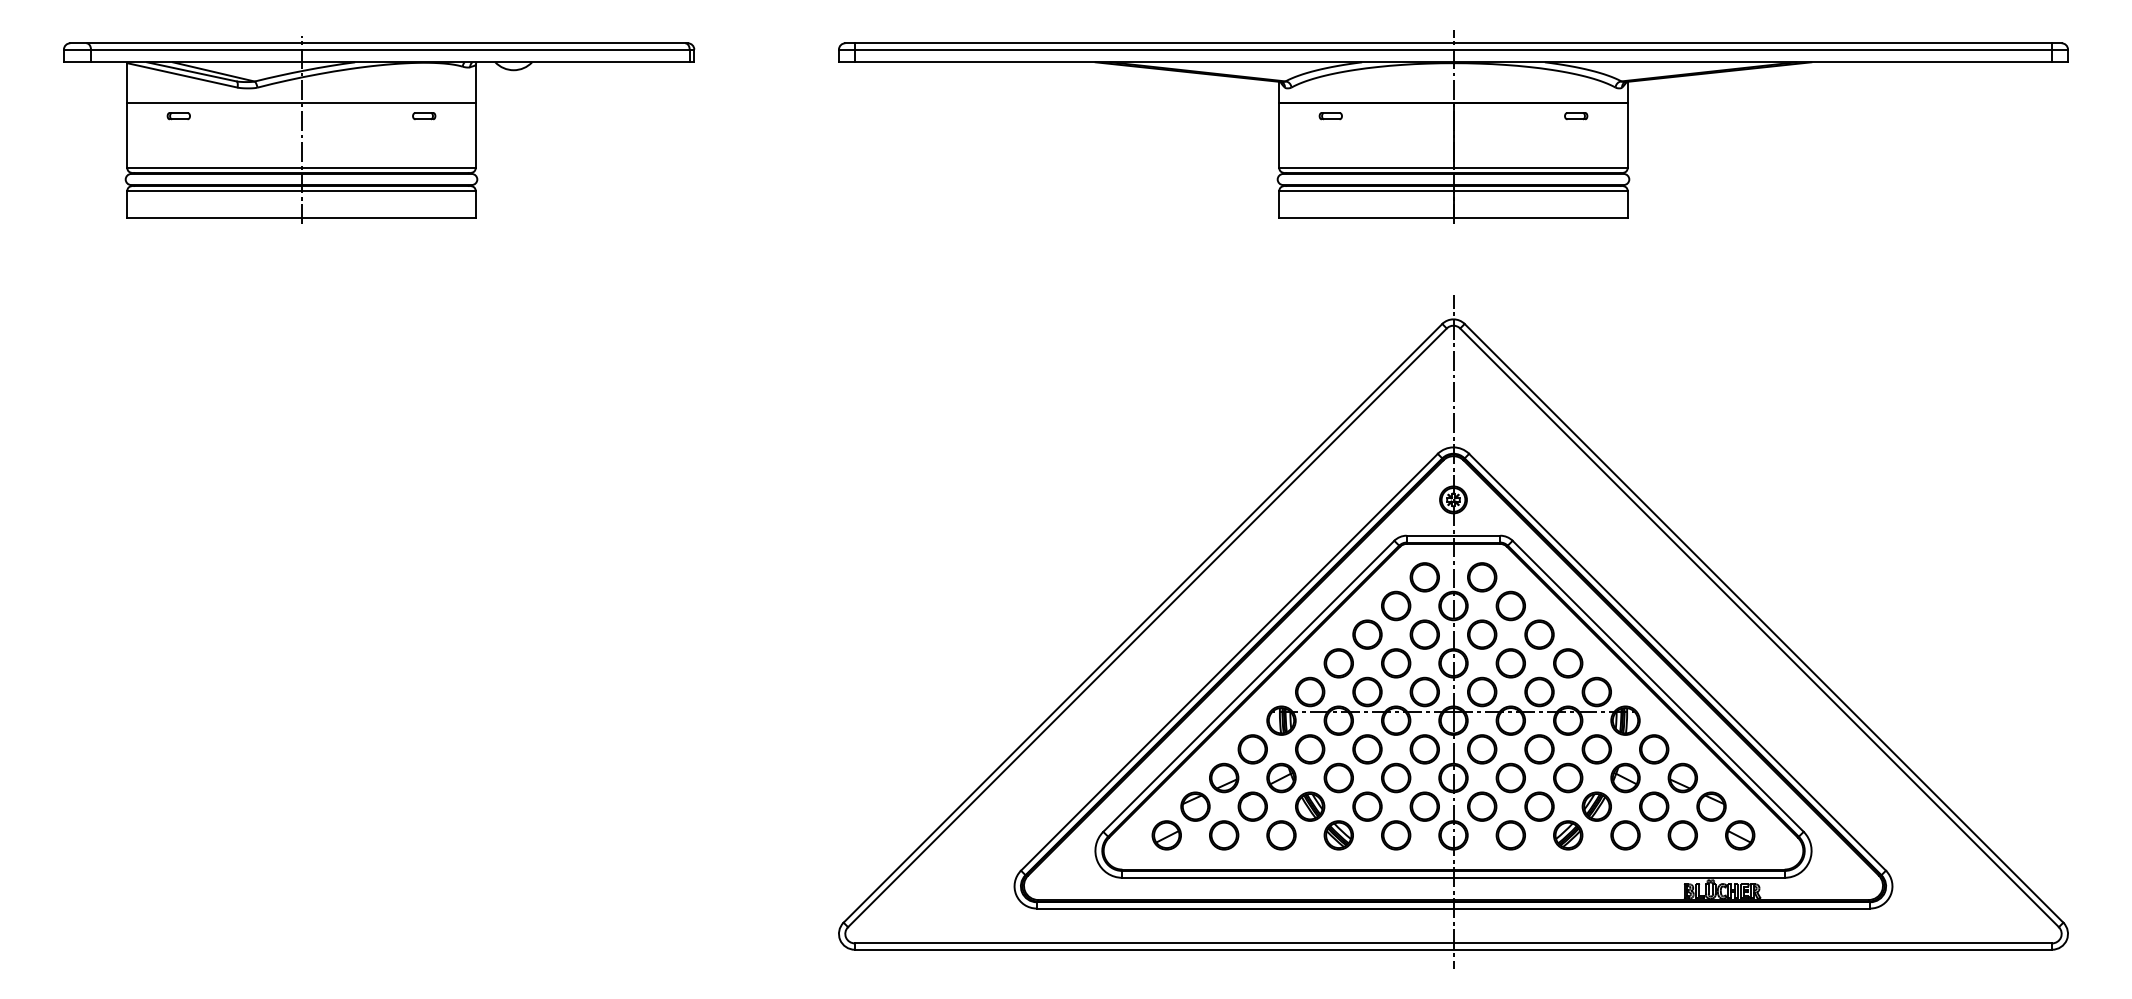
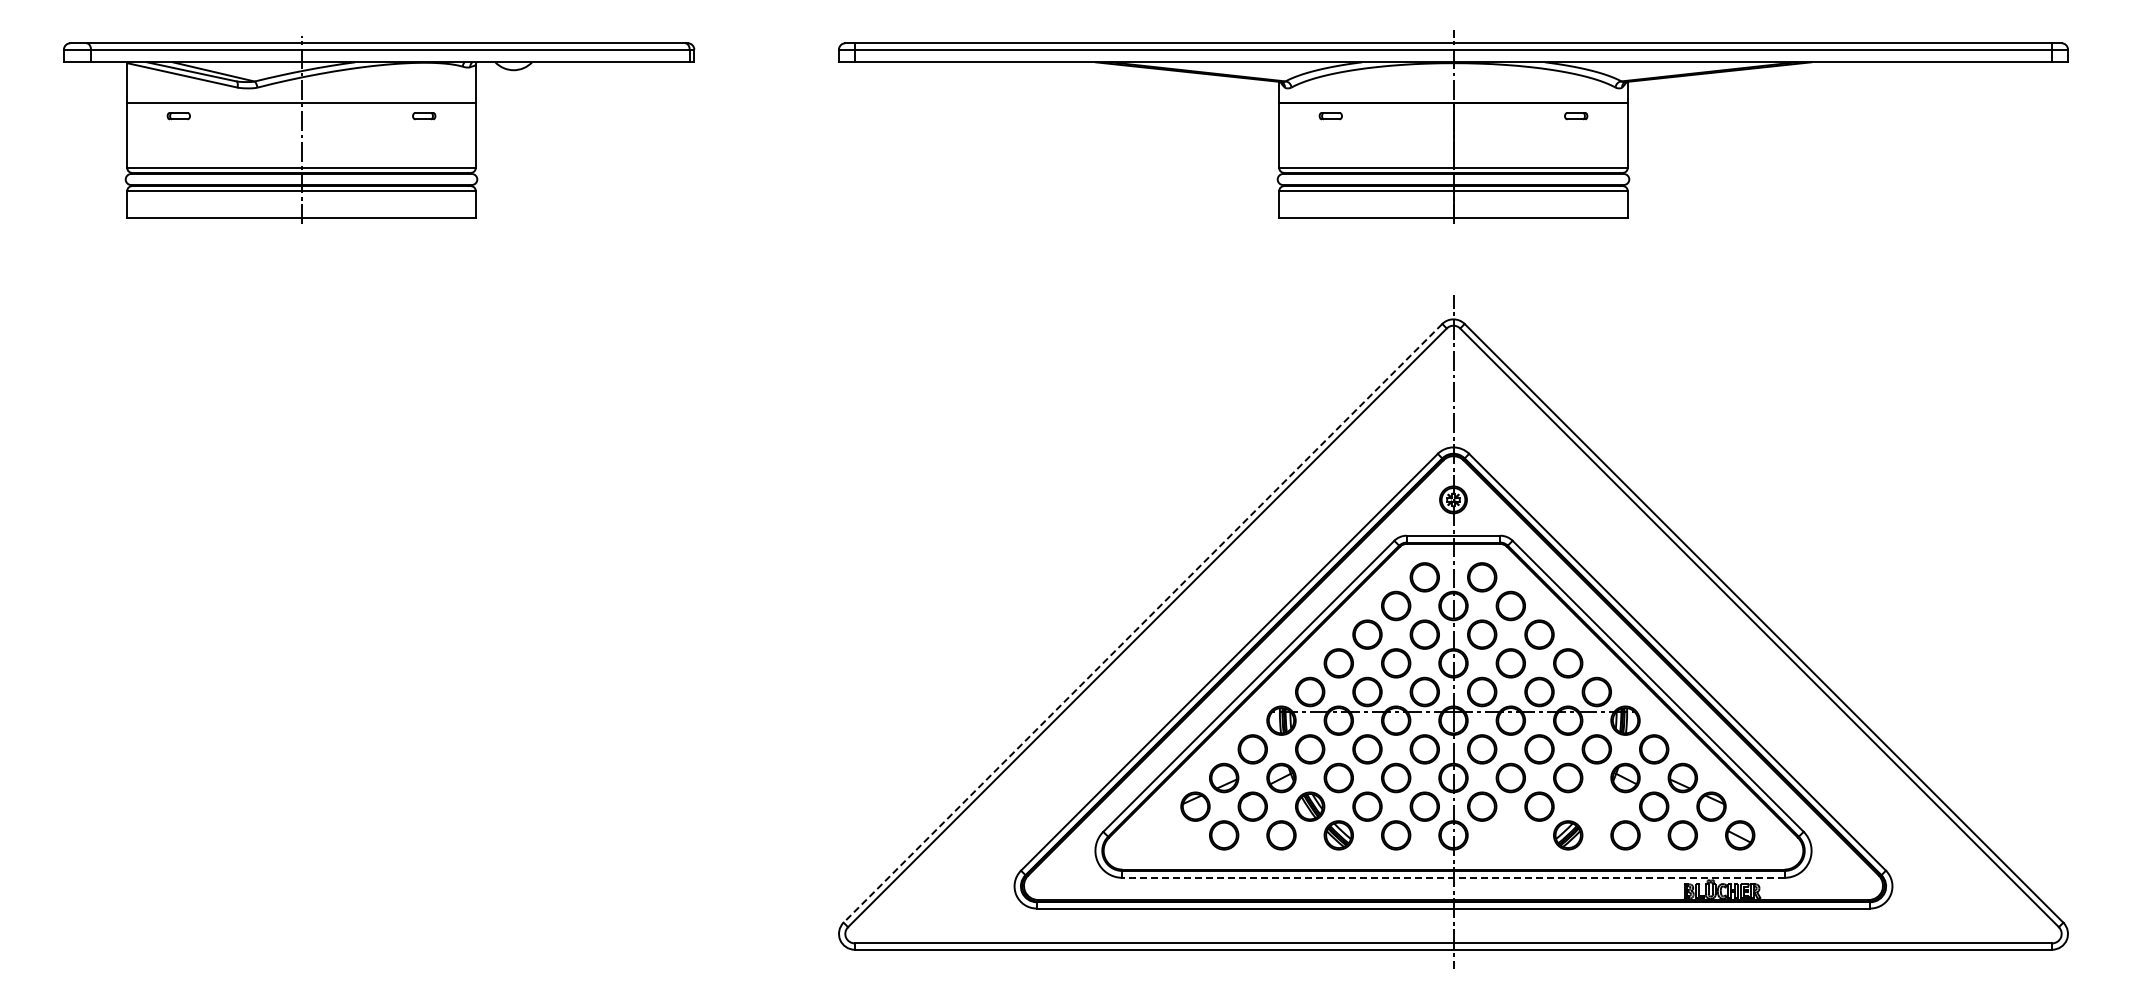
line at (1142, 623): solid -> dashed
part at (1596, 806): present -> none
part at (1166, 835): present -> none
part at (1510, 835): present -> none
line at (1453, 877): solid -> dashed
